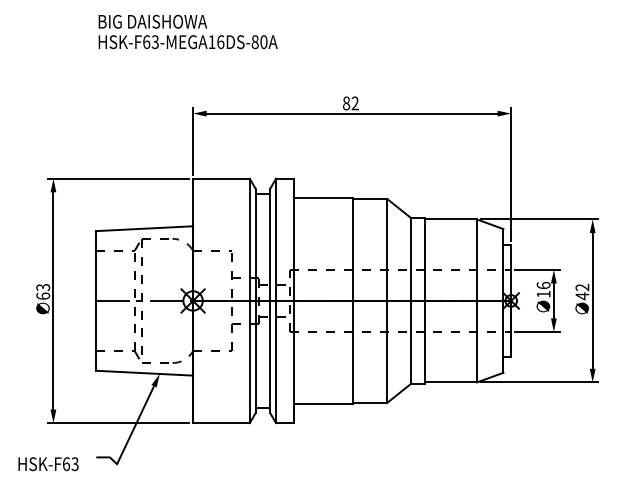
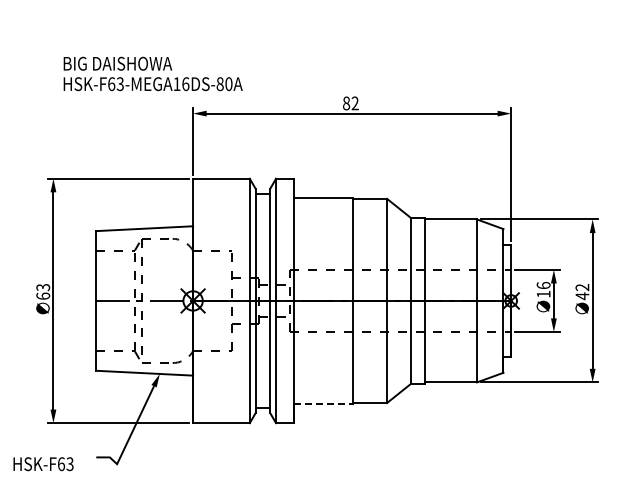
text at (187, 31) position: (187, 31) -> (152, 73)
line at (323, 403): solid -> dashed
text at (48, 464) position: (48, 464) -> (43, 464)
